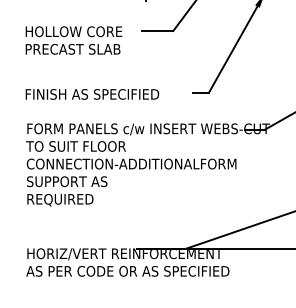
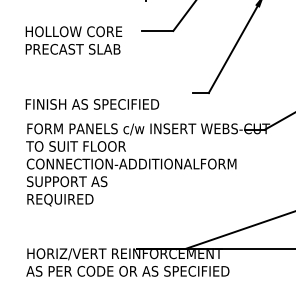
text at (92, 94) position: (92, 94) -> (92, 104)
